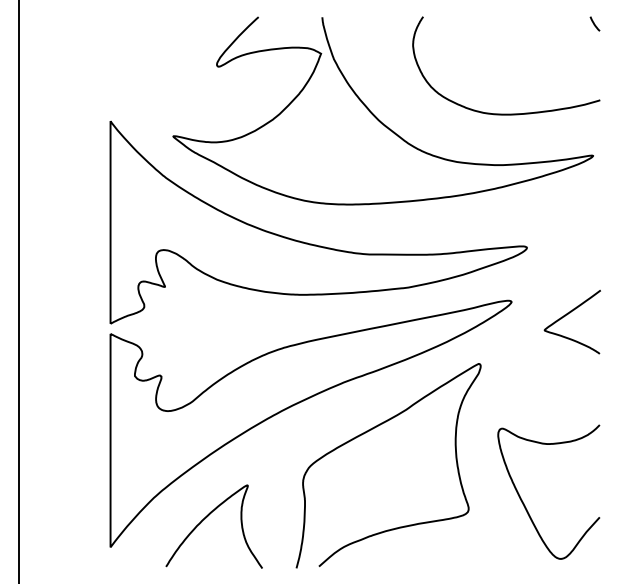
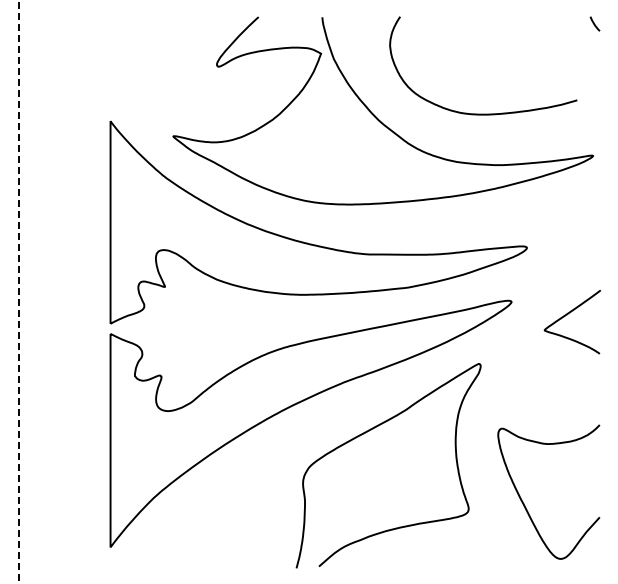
curve at (506, 113) position: (506, 113) -> (483, 113)
line at (18, 291): solid -> dashed
curve at (206, 518): present -> none
